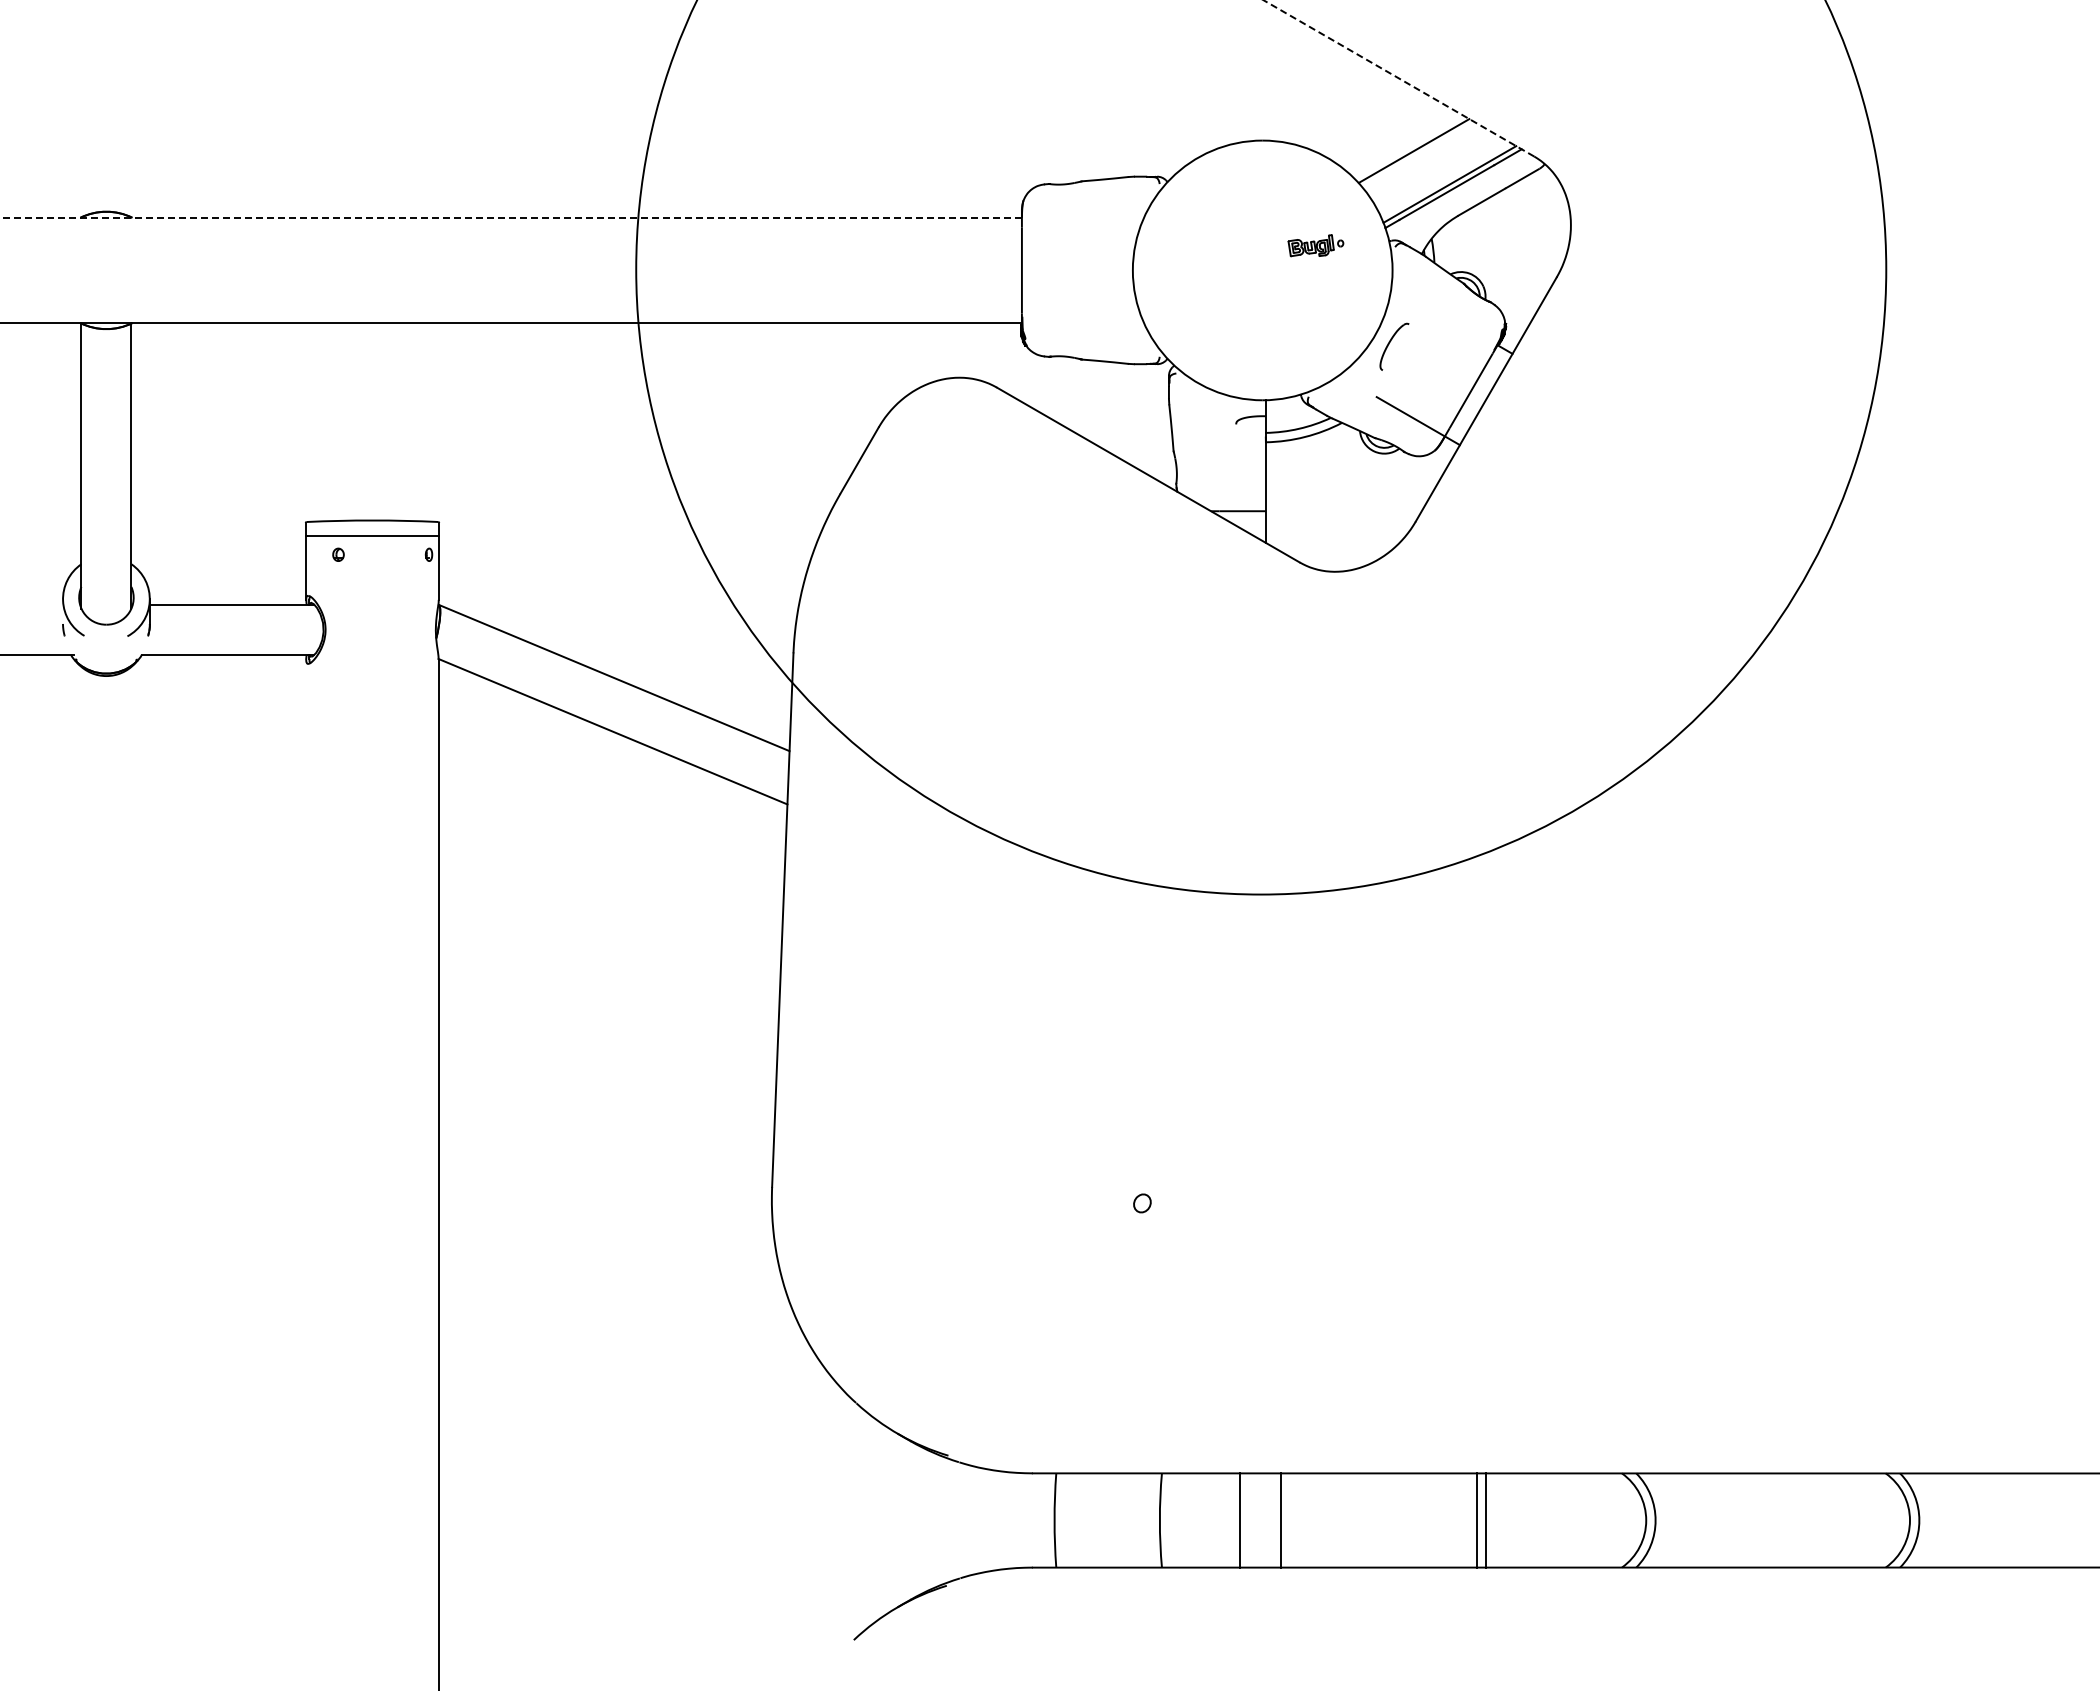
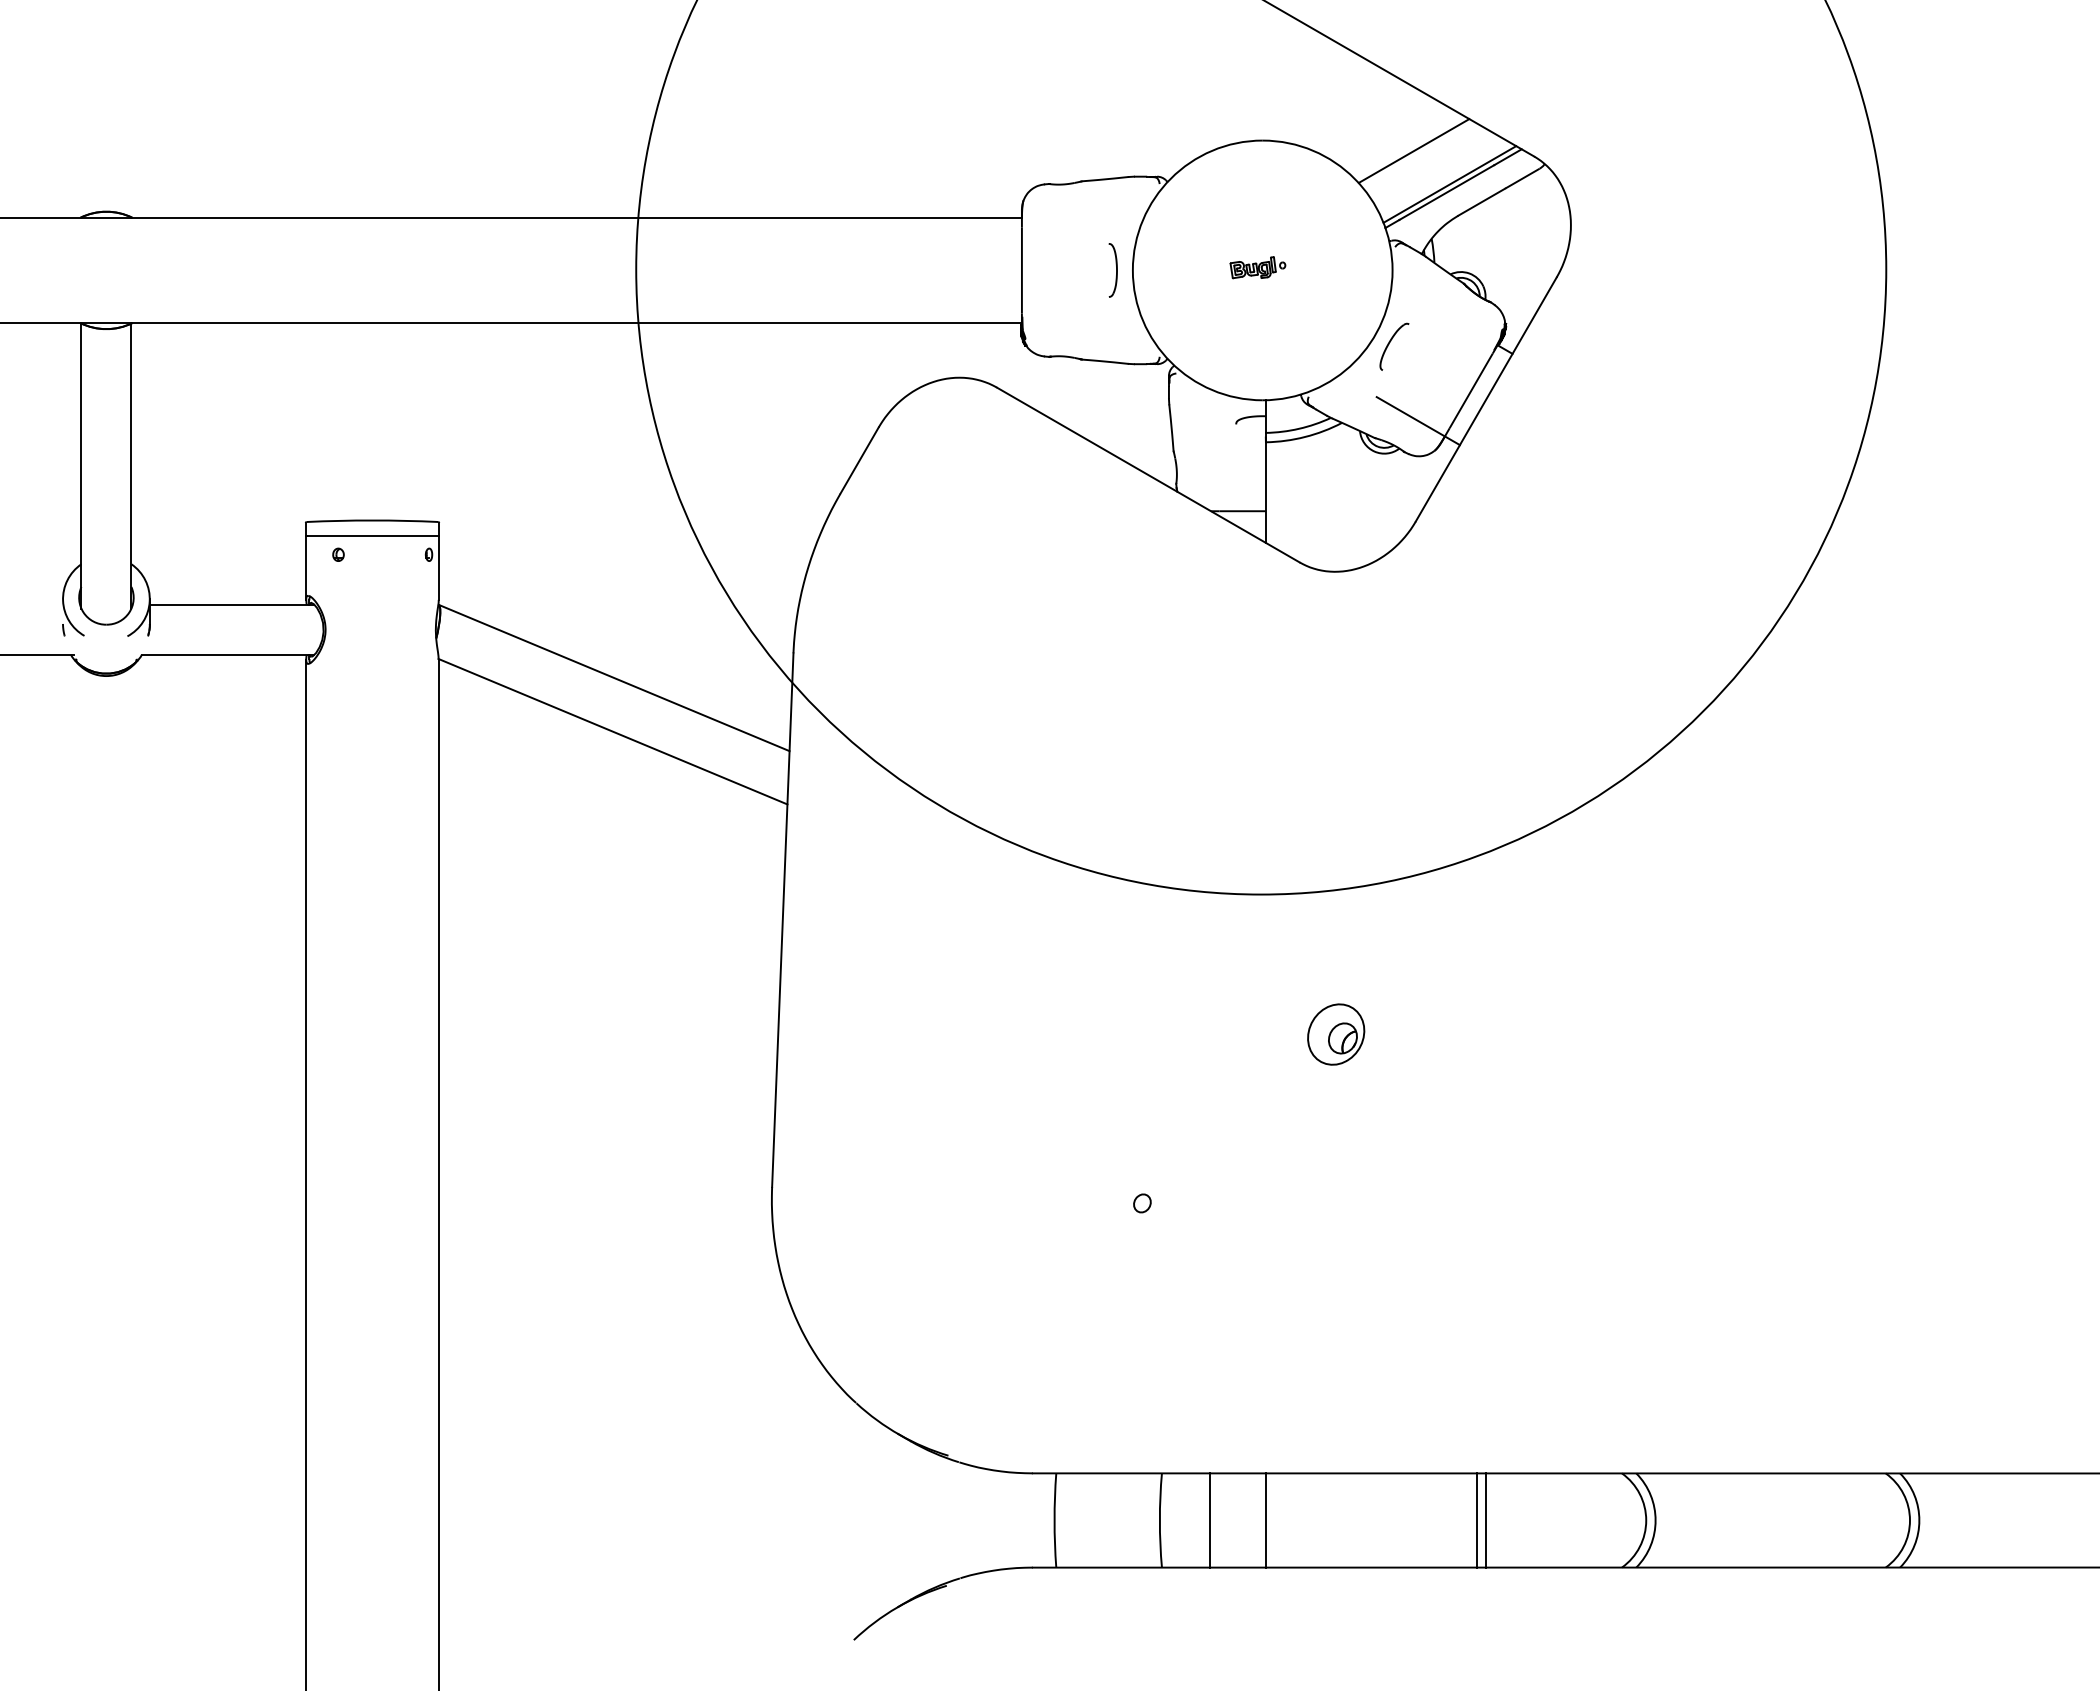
line at (1398, 78): dashed -> solid
line at (510, 217): dashed -> solid
part at (1315, 245) position: (1315, 245) -> (1257, 267)
part at (1112, 270): none -> present
part at (1336, 1034): none -> present
line at (306, 1173): none -> present
line at (1240, 1520) position: (1240, 1520) -> (1210, 1520)
line at (1280, 1520) position: (1280, 1520) -> (1265, 1520)
